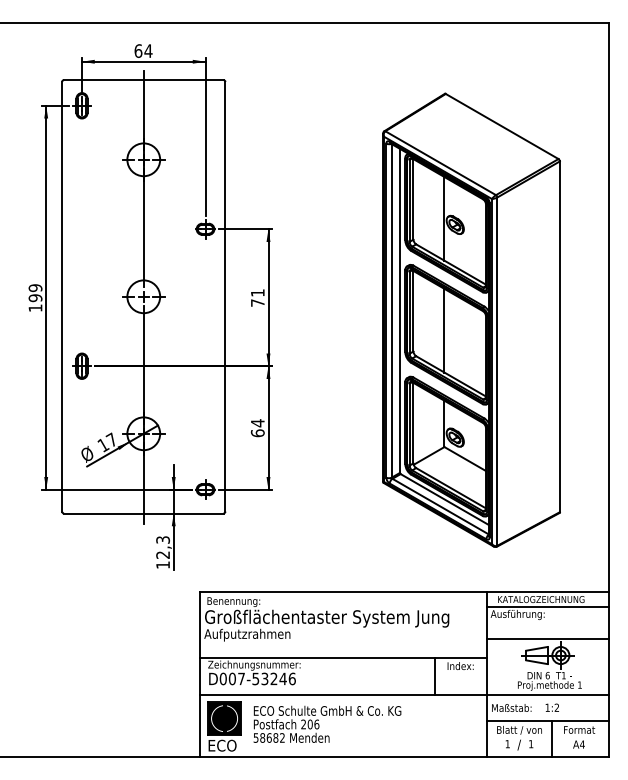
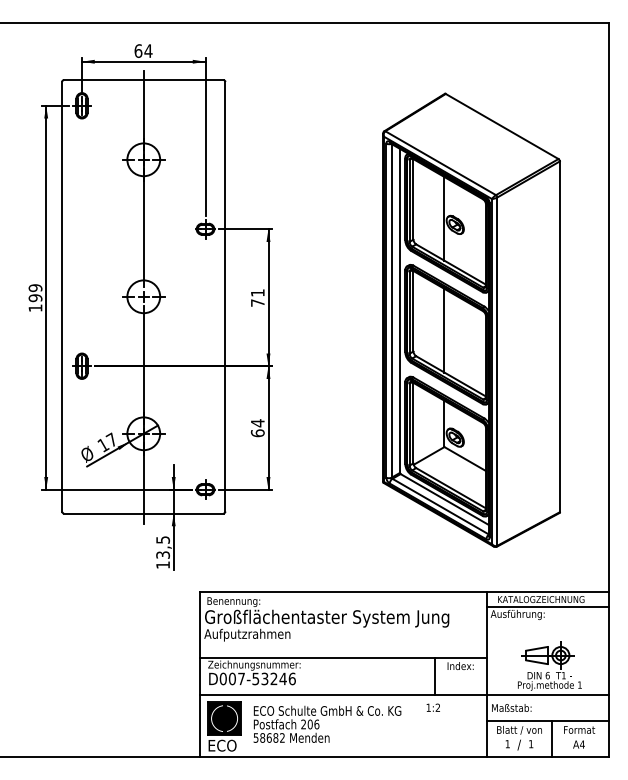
text at (162, 547): 12,3 -> 13,5
line at (548, 638): present -> none
text at (551, 707) position: (551, 707) -> (432, 707)
